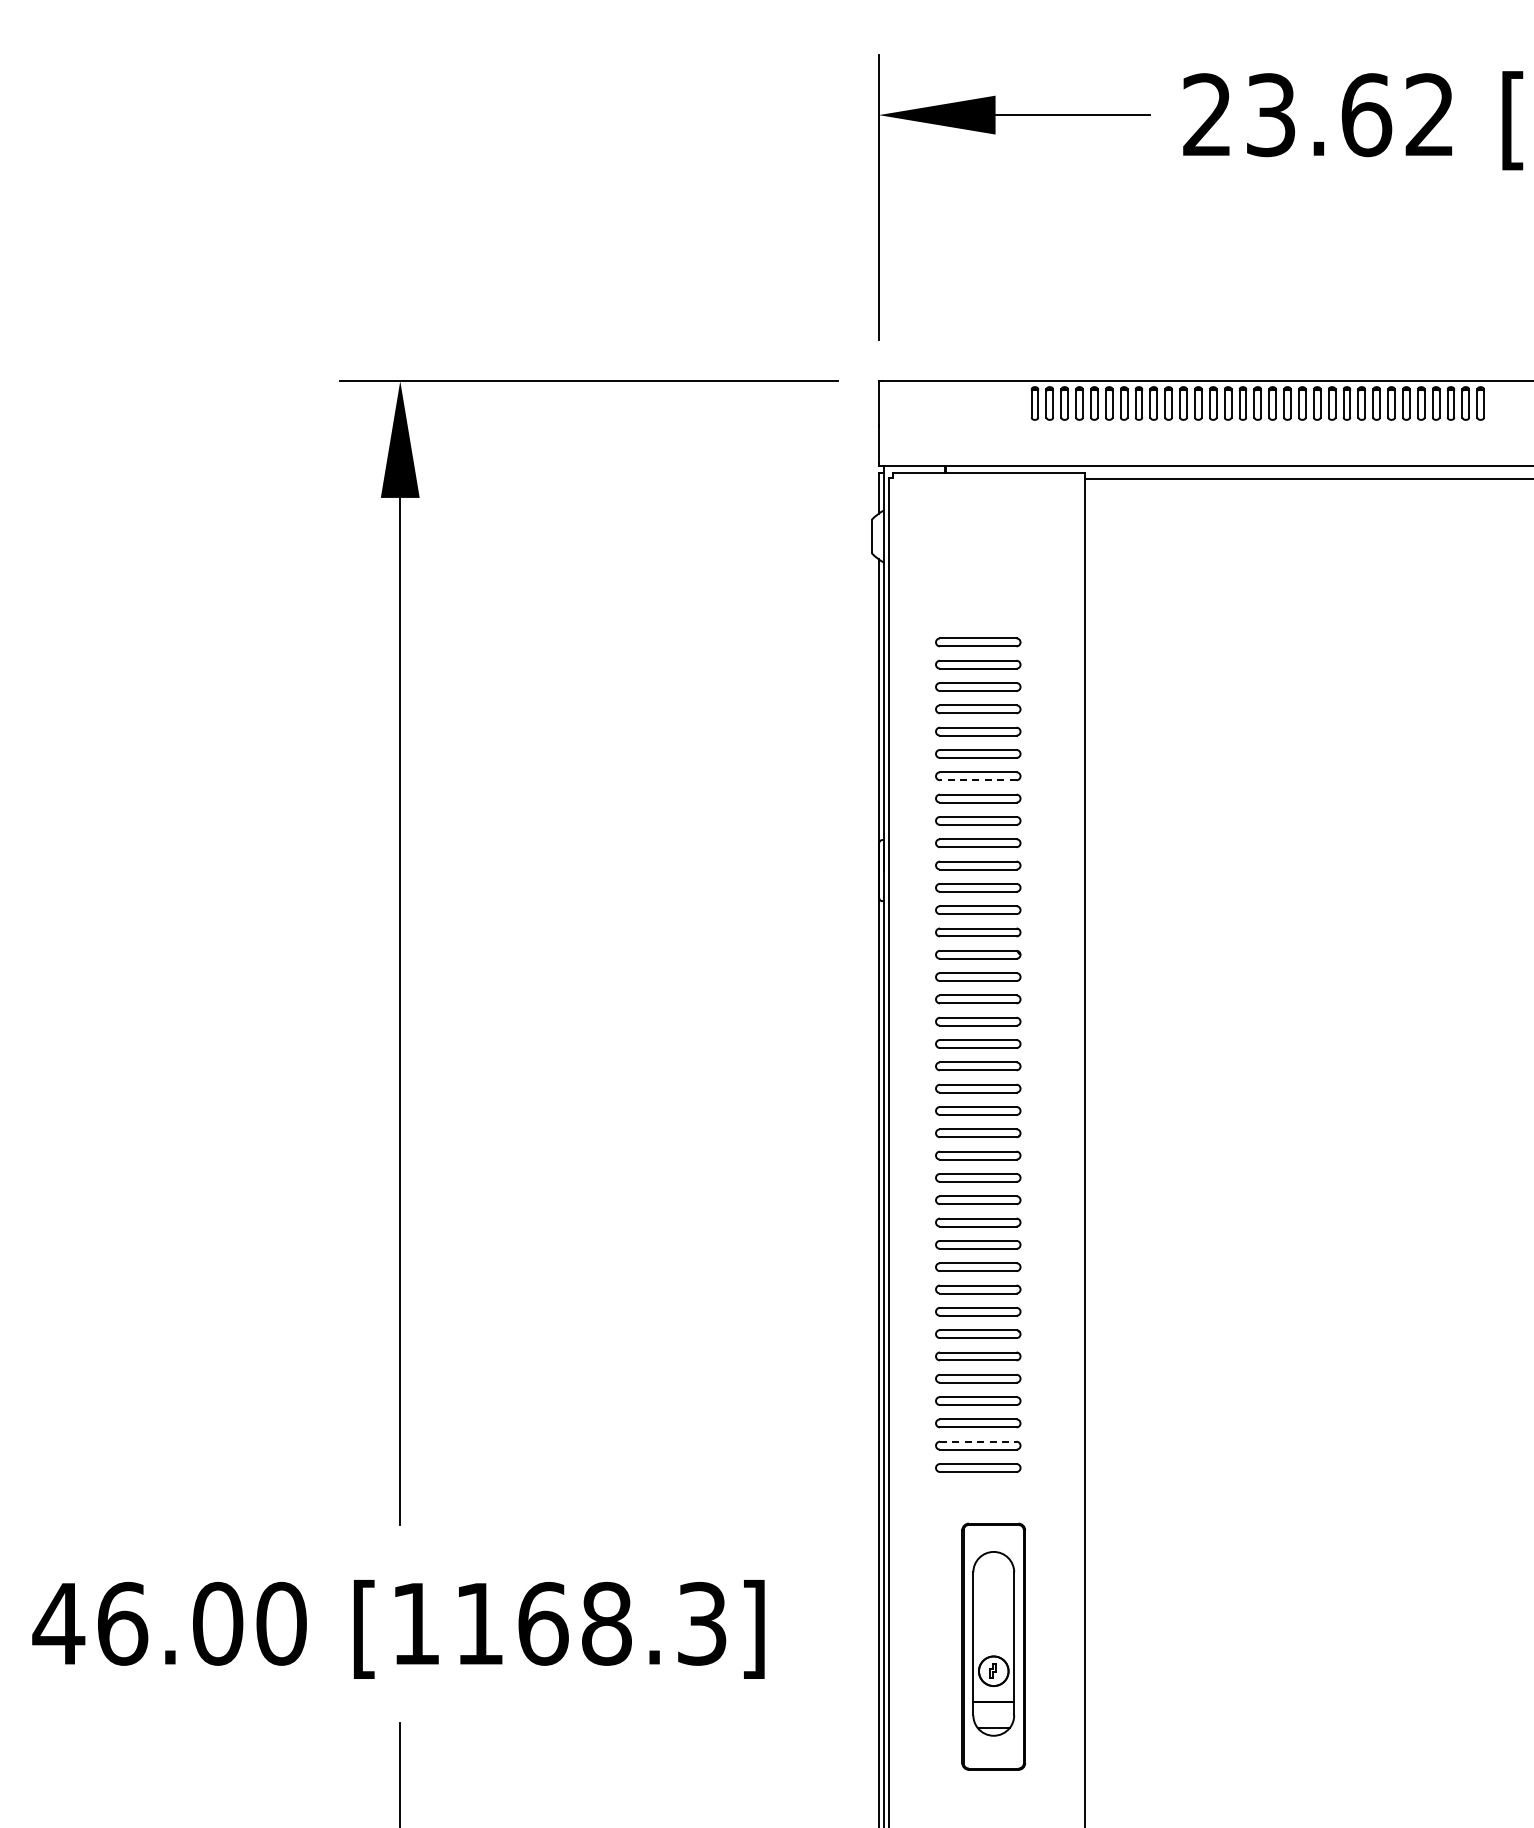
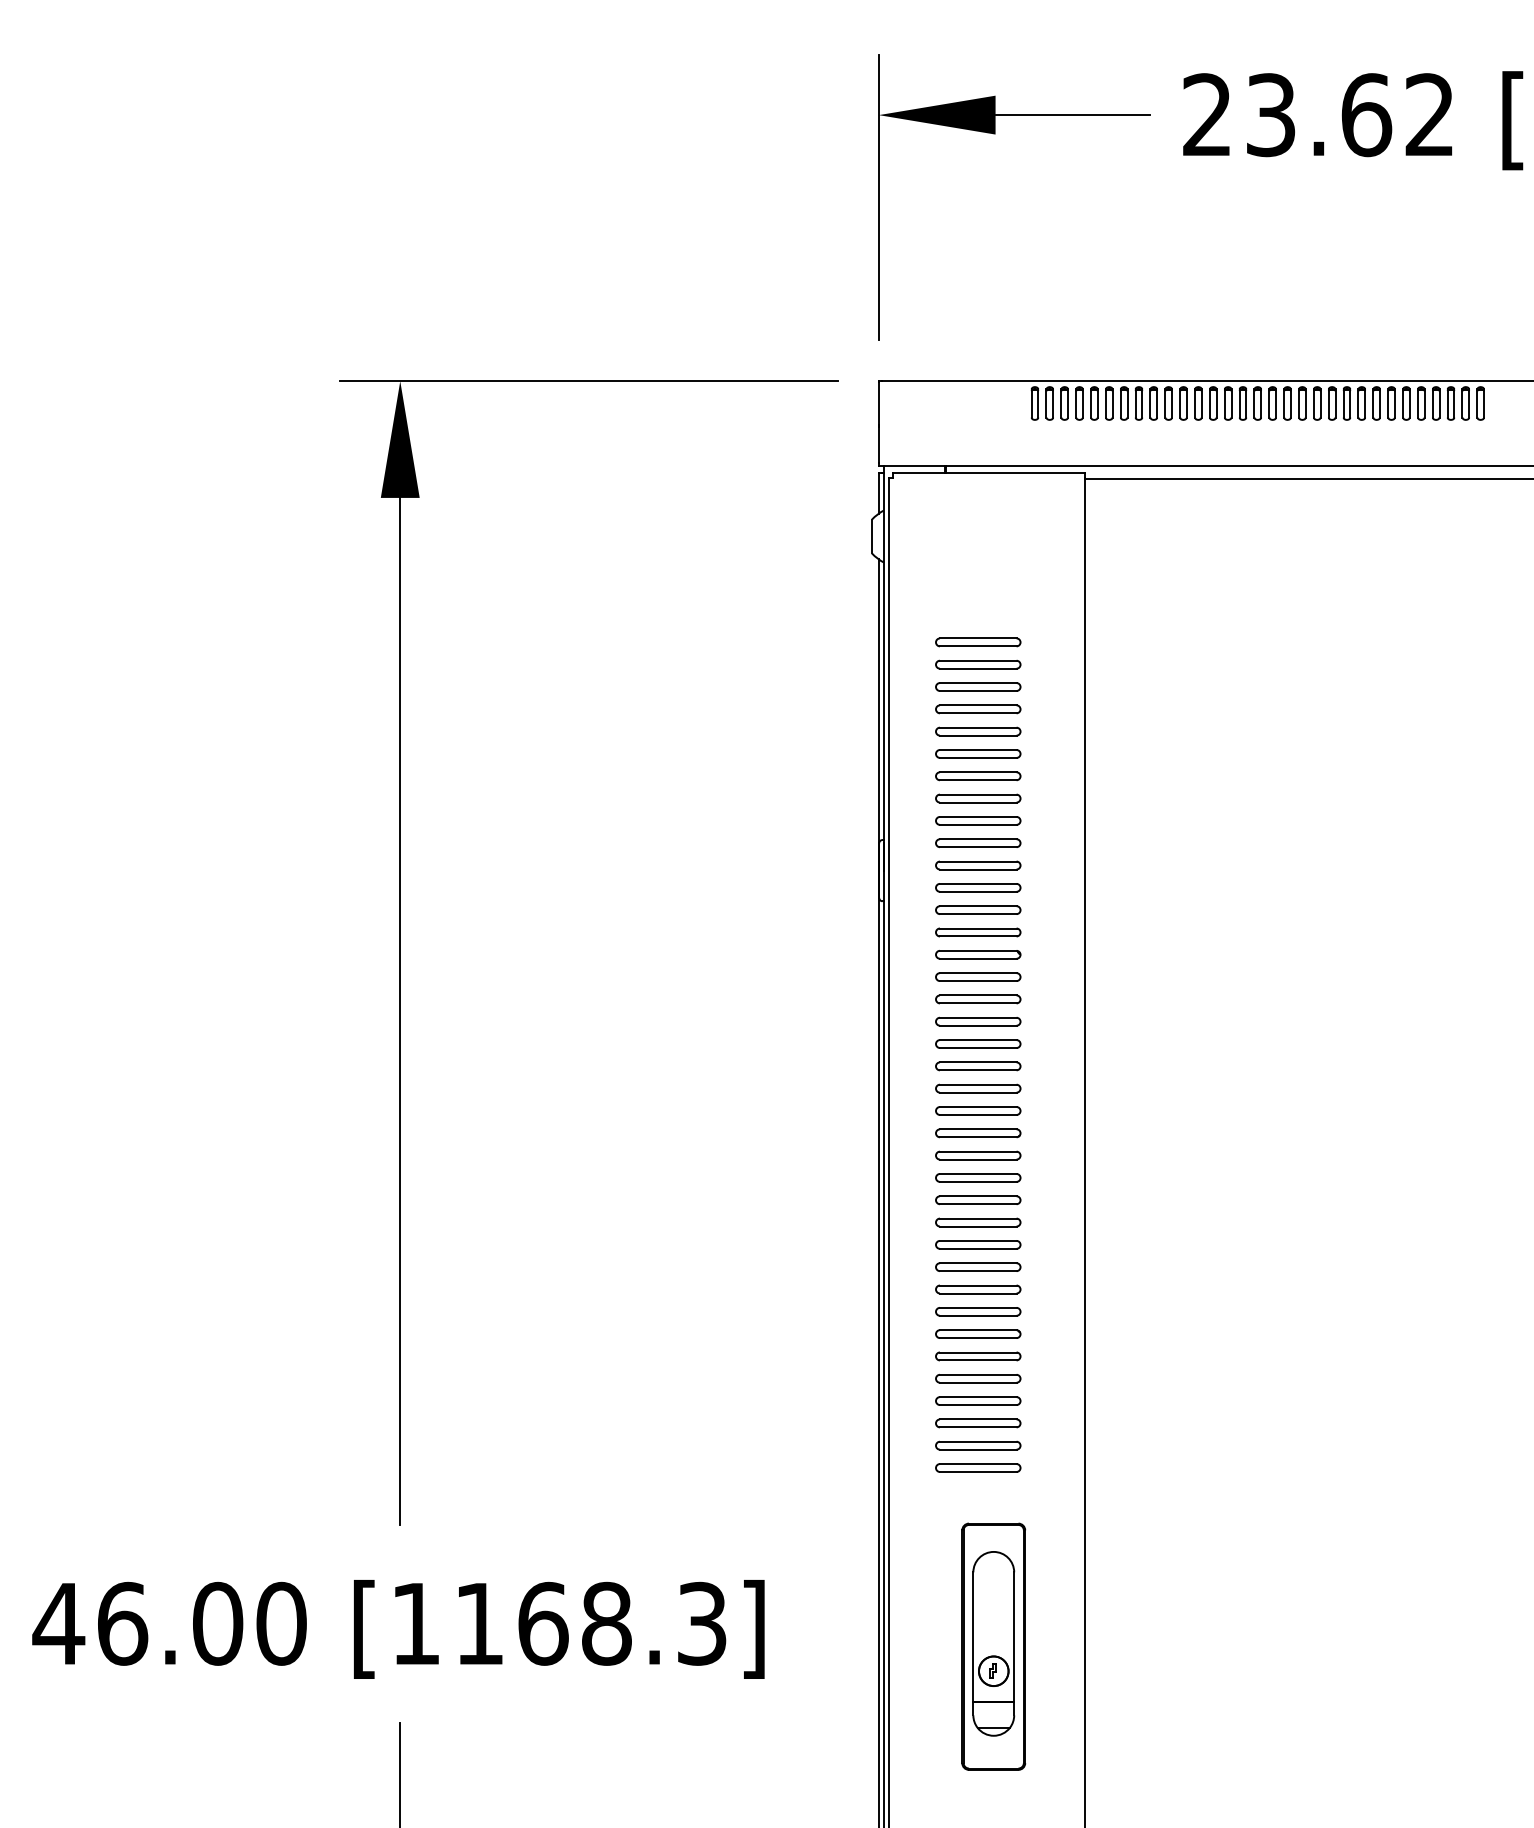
line at (977, 780): dashed -> solid
line at (978, 1441): dashed -> solid
